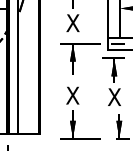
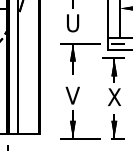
text at (72, 23): X -> U
text at (72, 95): X -> V
part at (122, 126) position: (122, 126) -> (117, 126)
